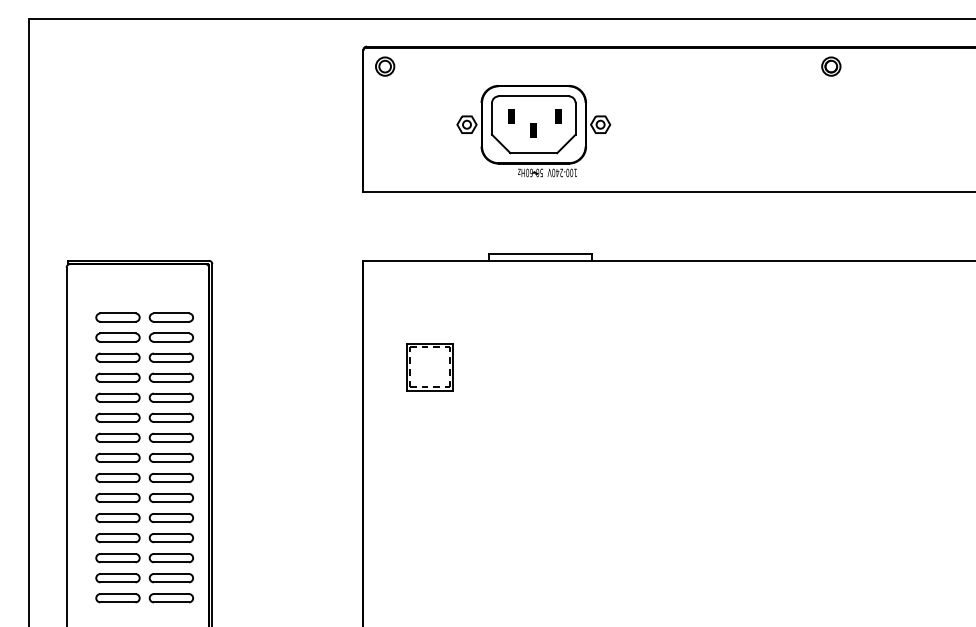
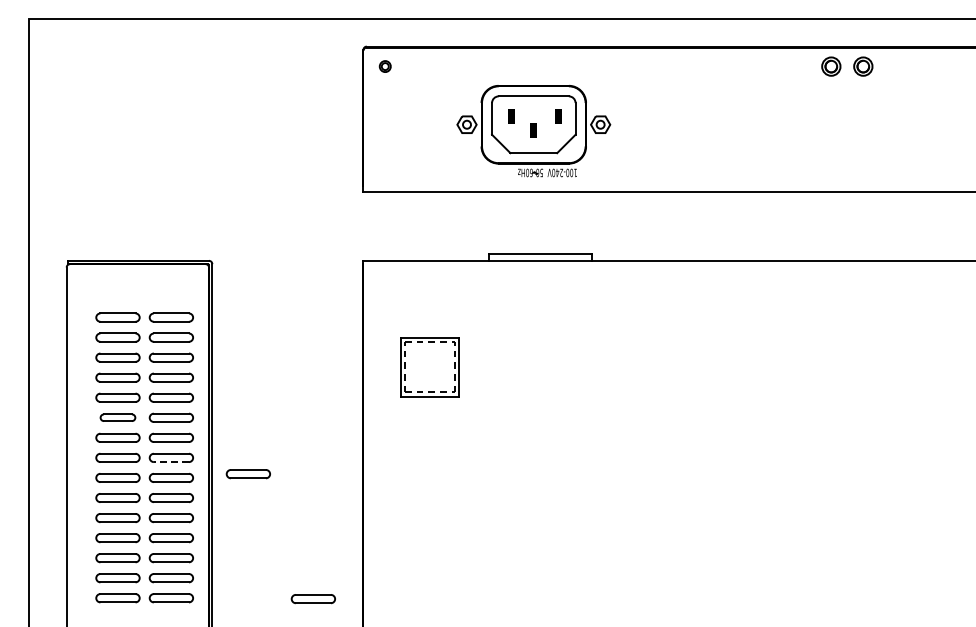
part at (385, 66) size: 21x21 px -> 14x13 px
part at (863, 66): none -> present
part at (429, 367) size: 48x49 px -> 60x61 px
part at (117, 417) size: 46x11 px -> 38x9 px
line at (171, 462): solid -> dashed
part at (247, 474): none -> present
part at (312, 599): none -> present
